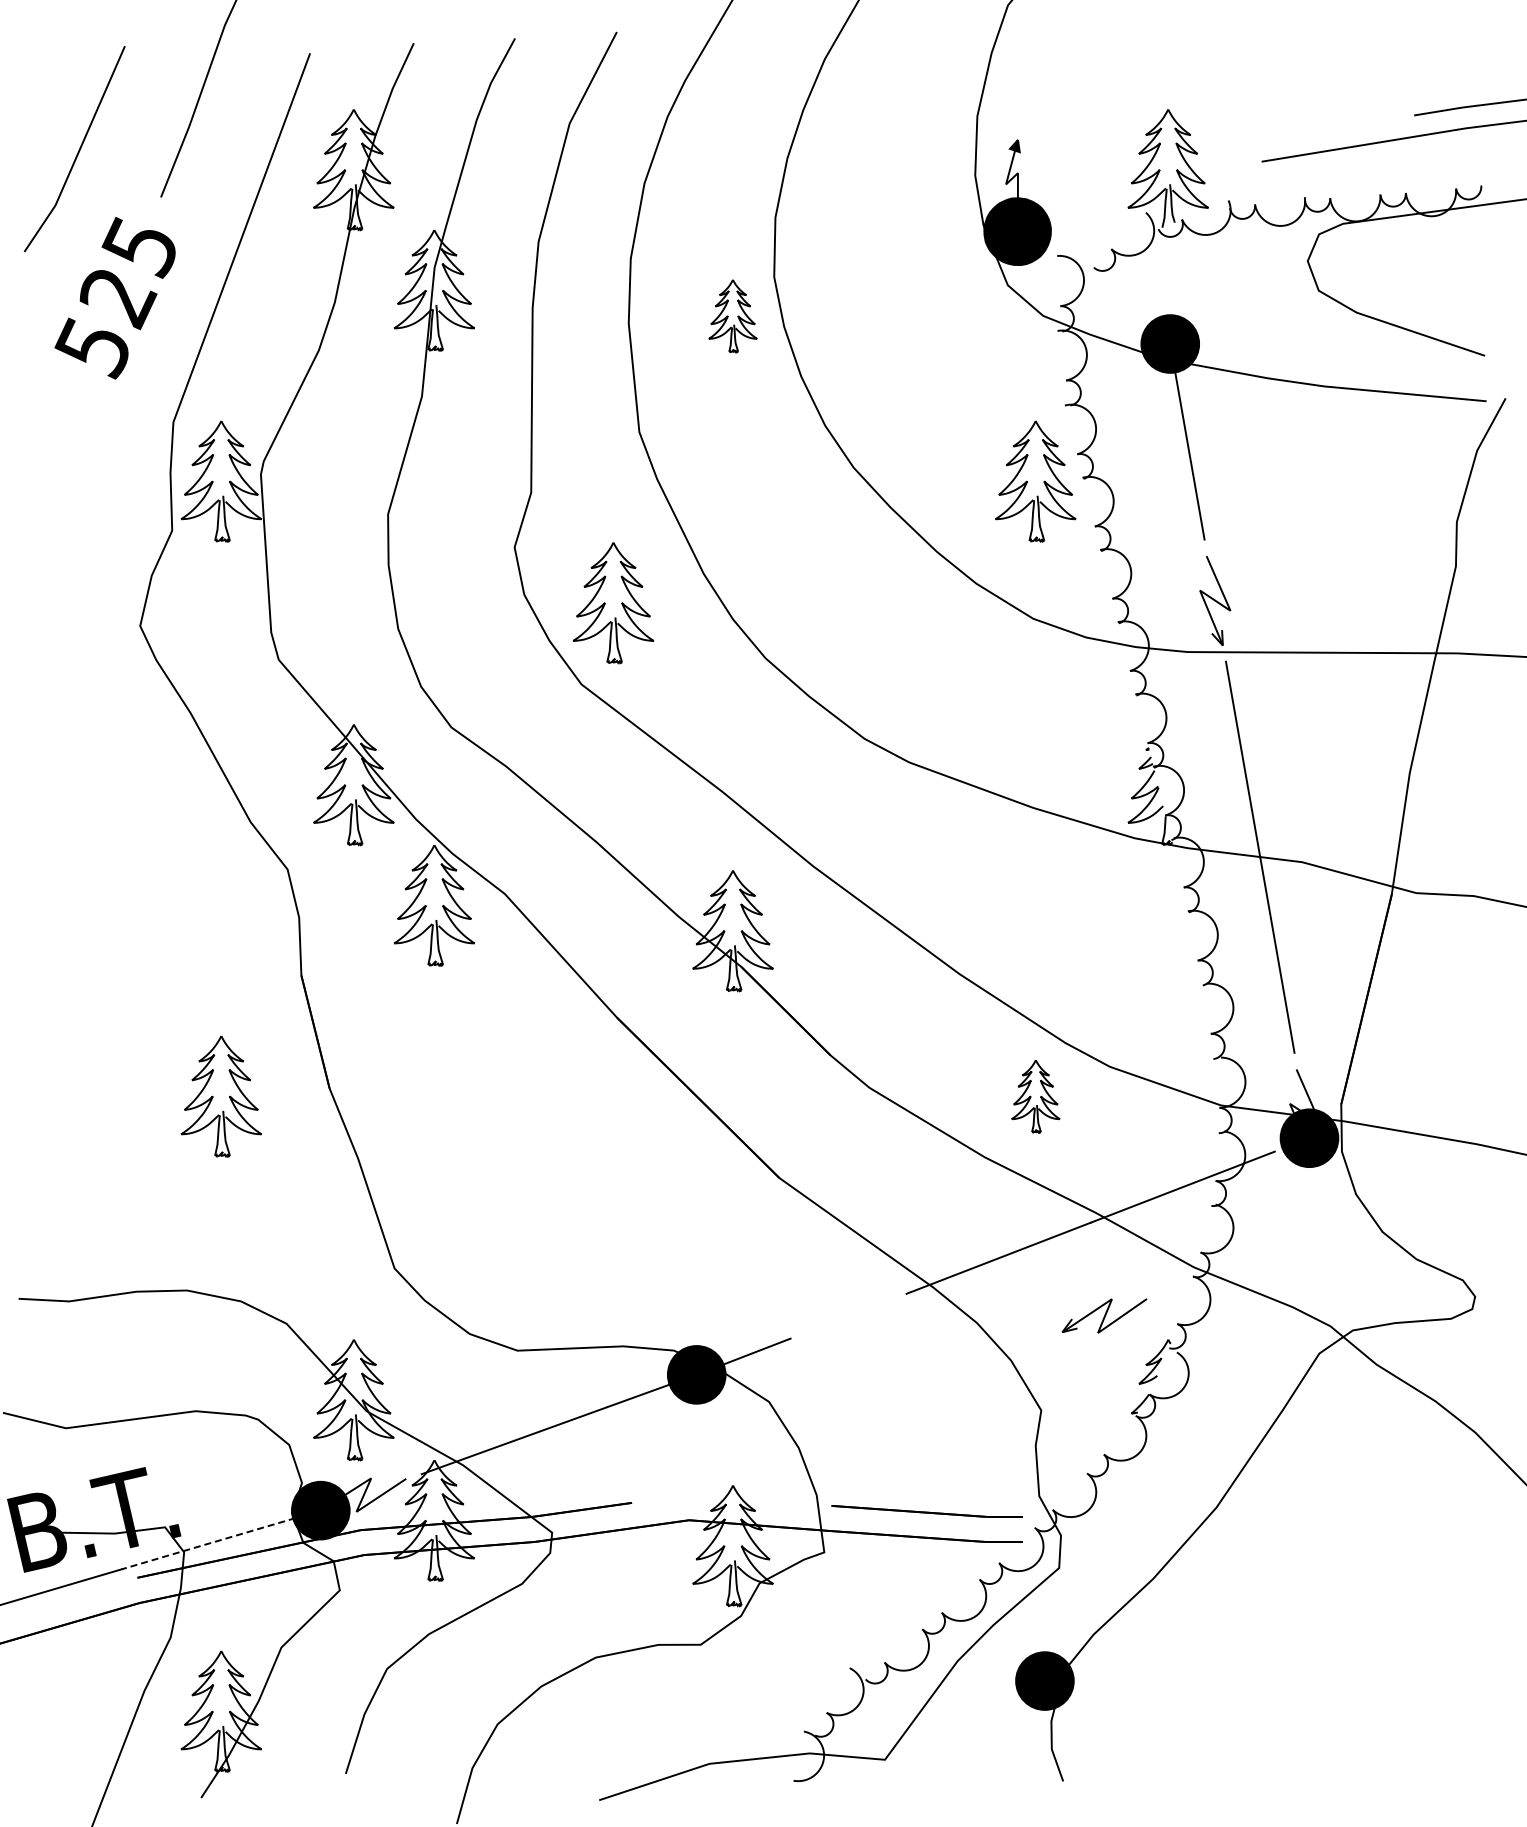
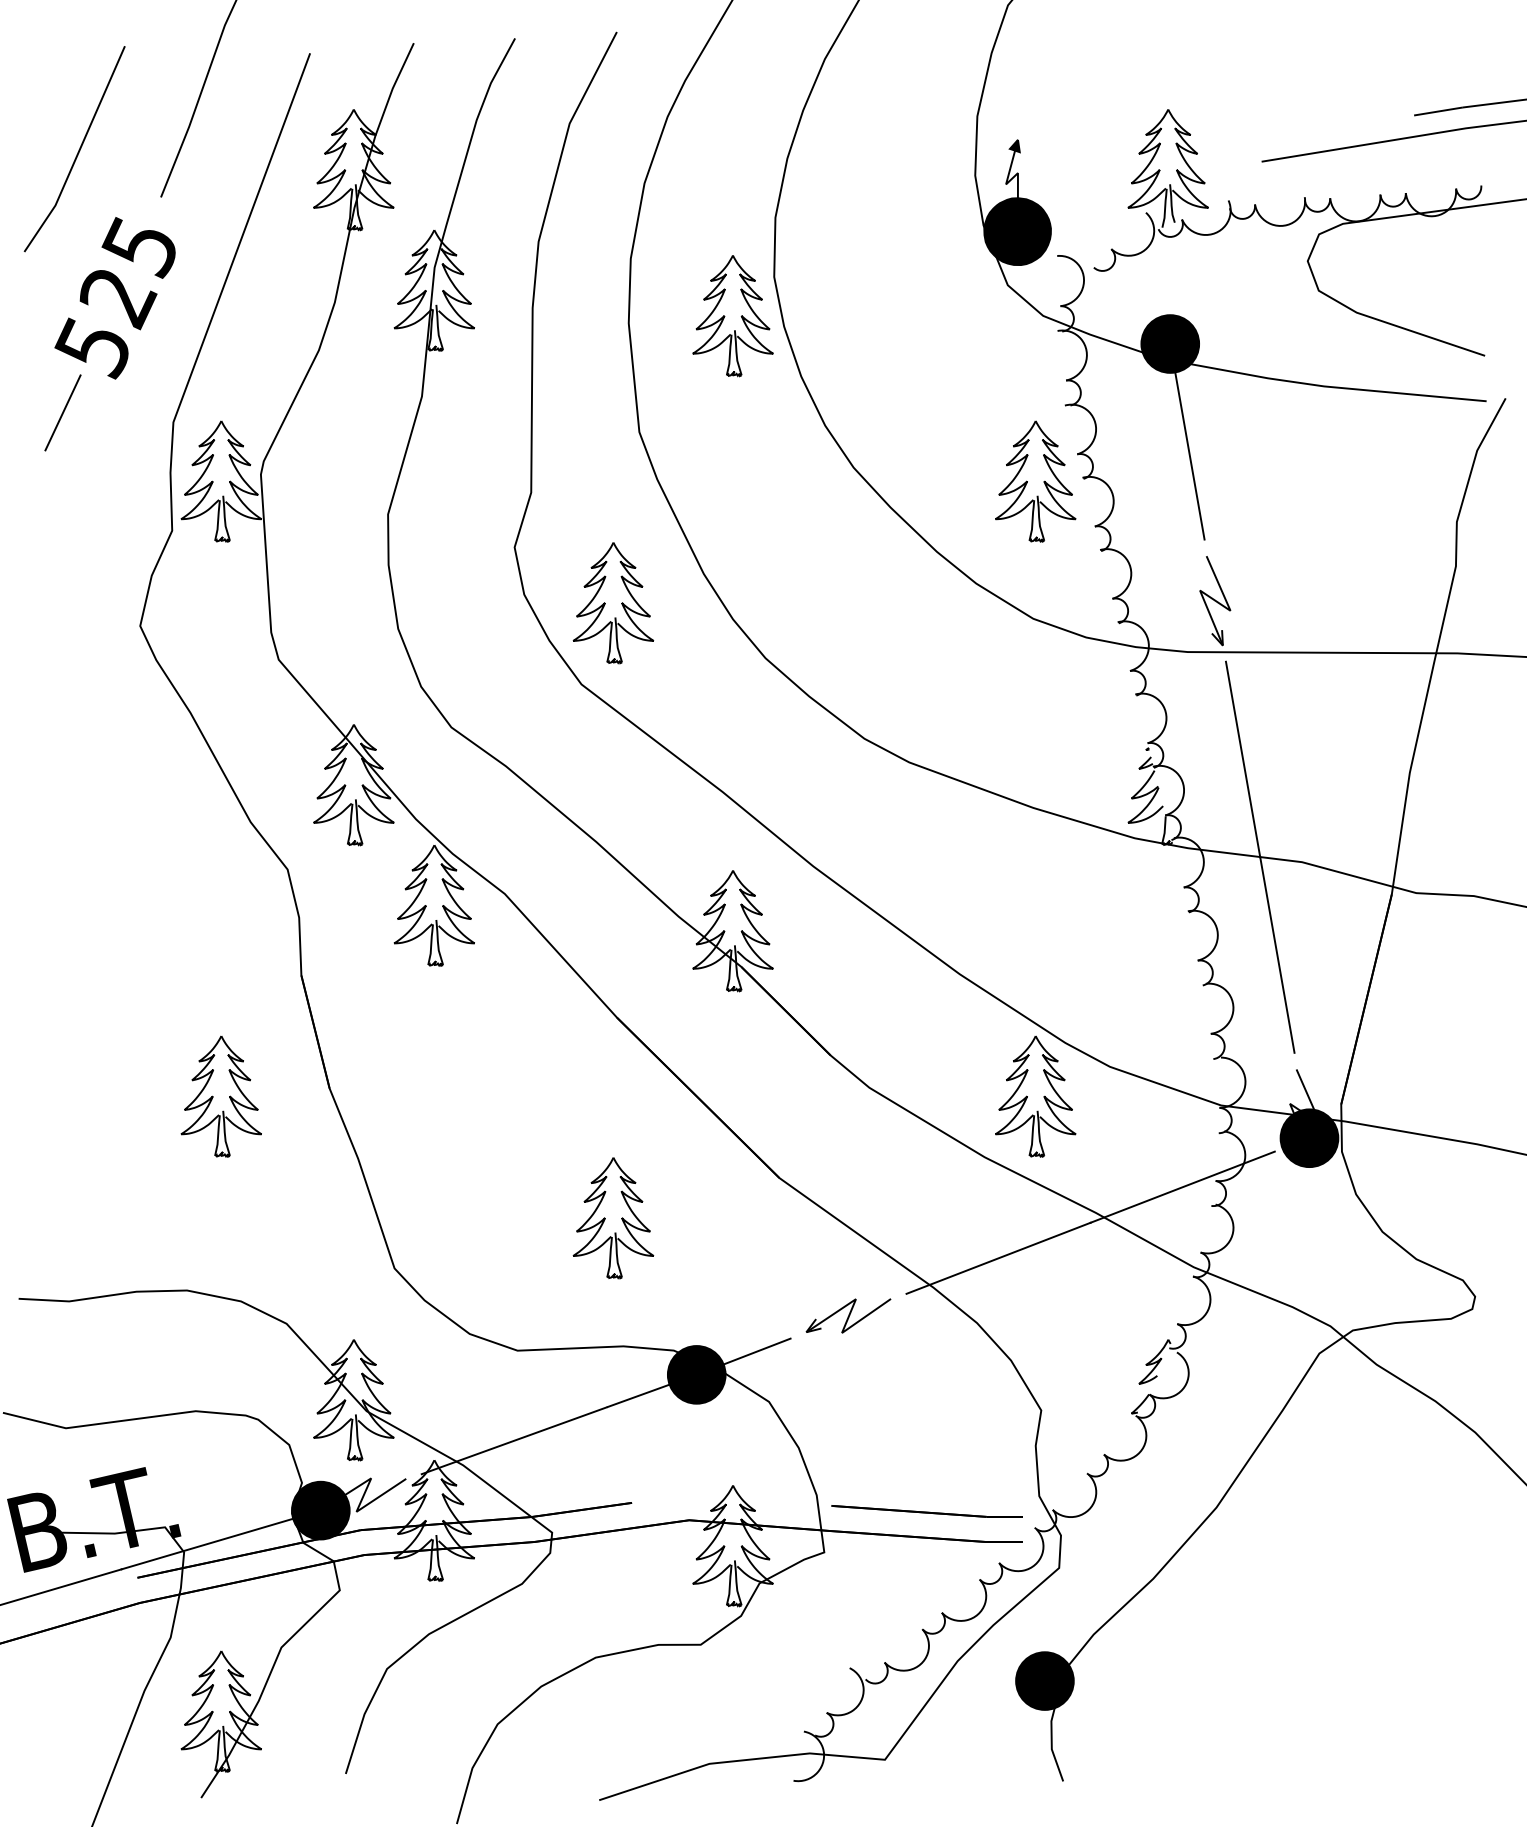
part at (732, 316) size: 50x75 px -> 82x123 px
line at (62, 412): none -> present
part at (1035, 1096) size: 50x74 px -> 82x123 px
part at (613, 1218): none -> present
part at (1104, 1315) position: (1104, 1315) -> (848, 1315)
line at (213, 1542): dashed -> solid
